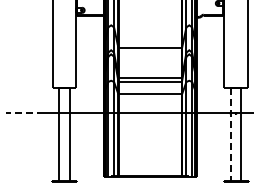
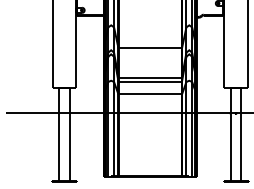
line at (24, 113): dashed -> solid
line at (230, 135): dashed -> solid
